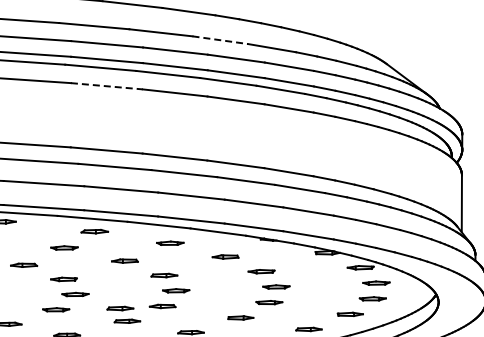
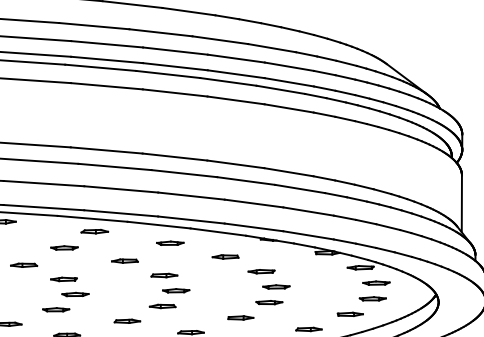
line at (220, 40): dashed -> solid
line at (107, 86): dashed -> solid
part at (120, 308): present -> none
